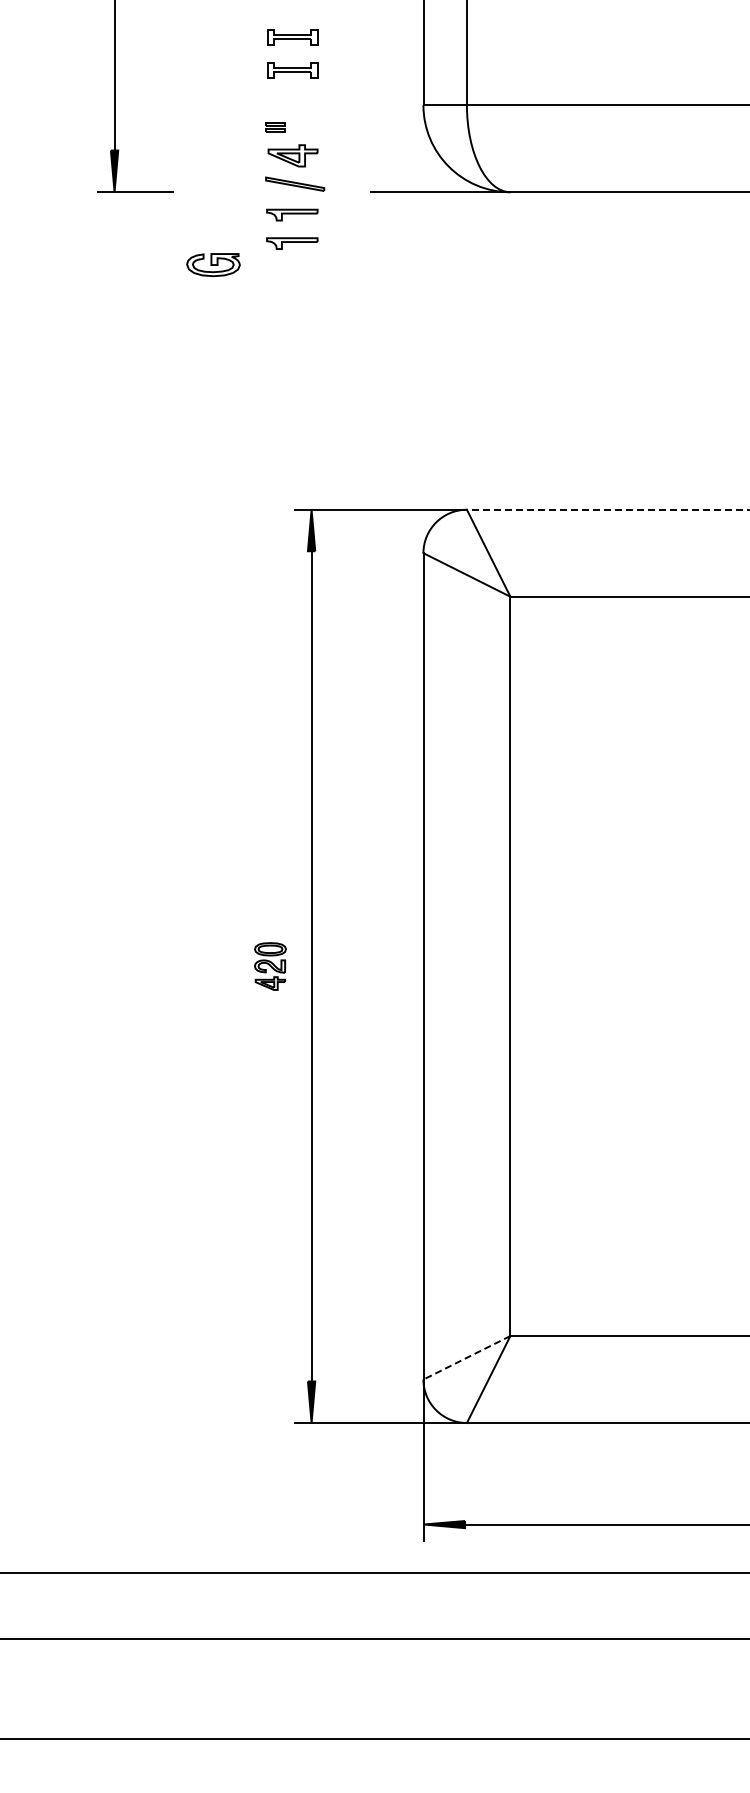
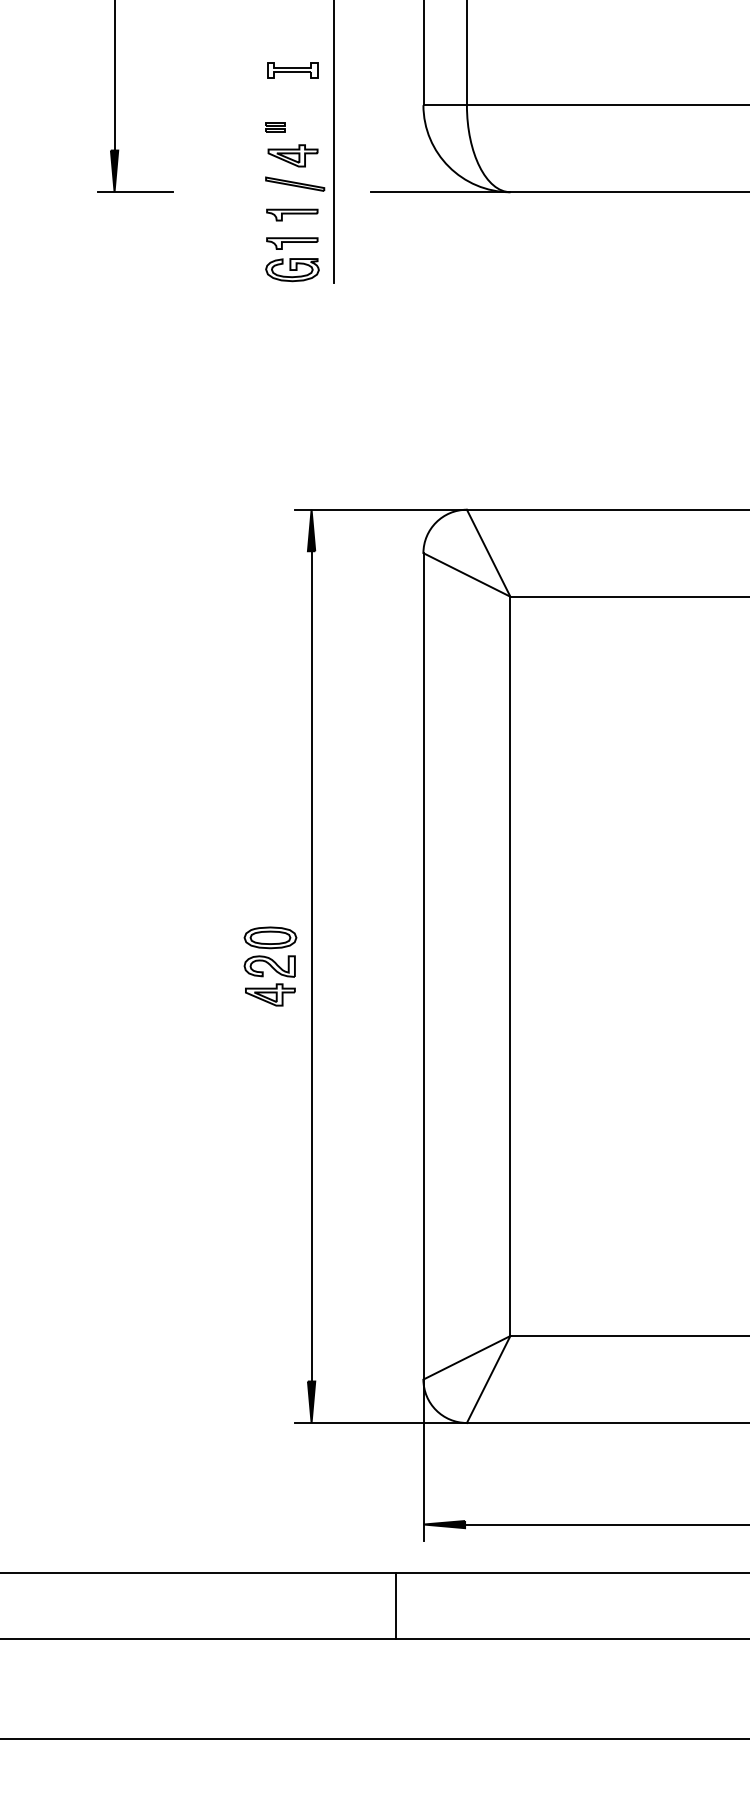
part at (292, 37): present -> none
line at (334, 142): none -> present
part at (213, 265) position: (213, 265) -> (292, 270)
line at (607, 509): dashed -> solid
part at (270, 966) size: 33x49 px -> 55x81 px
line at (467, 1357): dashed -> solid
line at (395, 1605): none -> present
